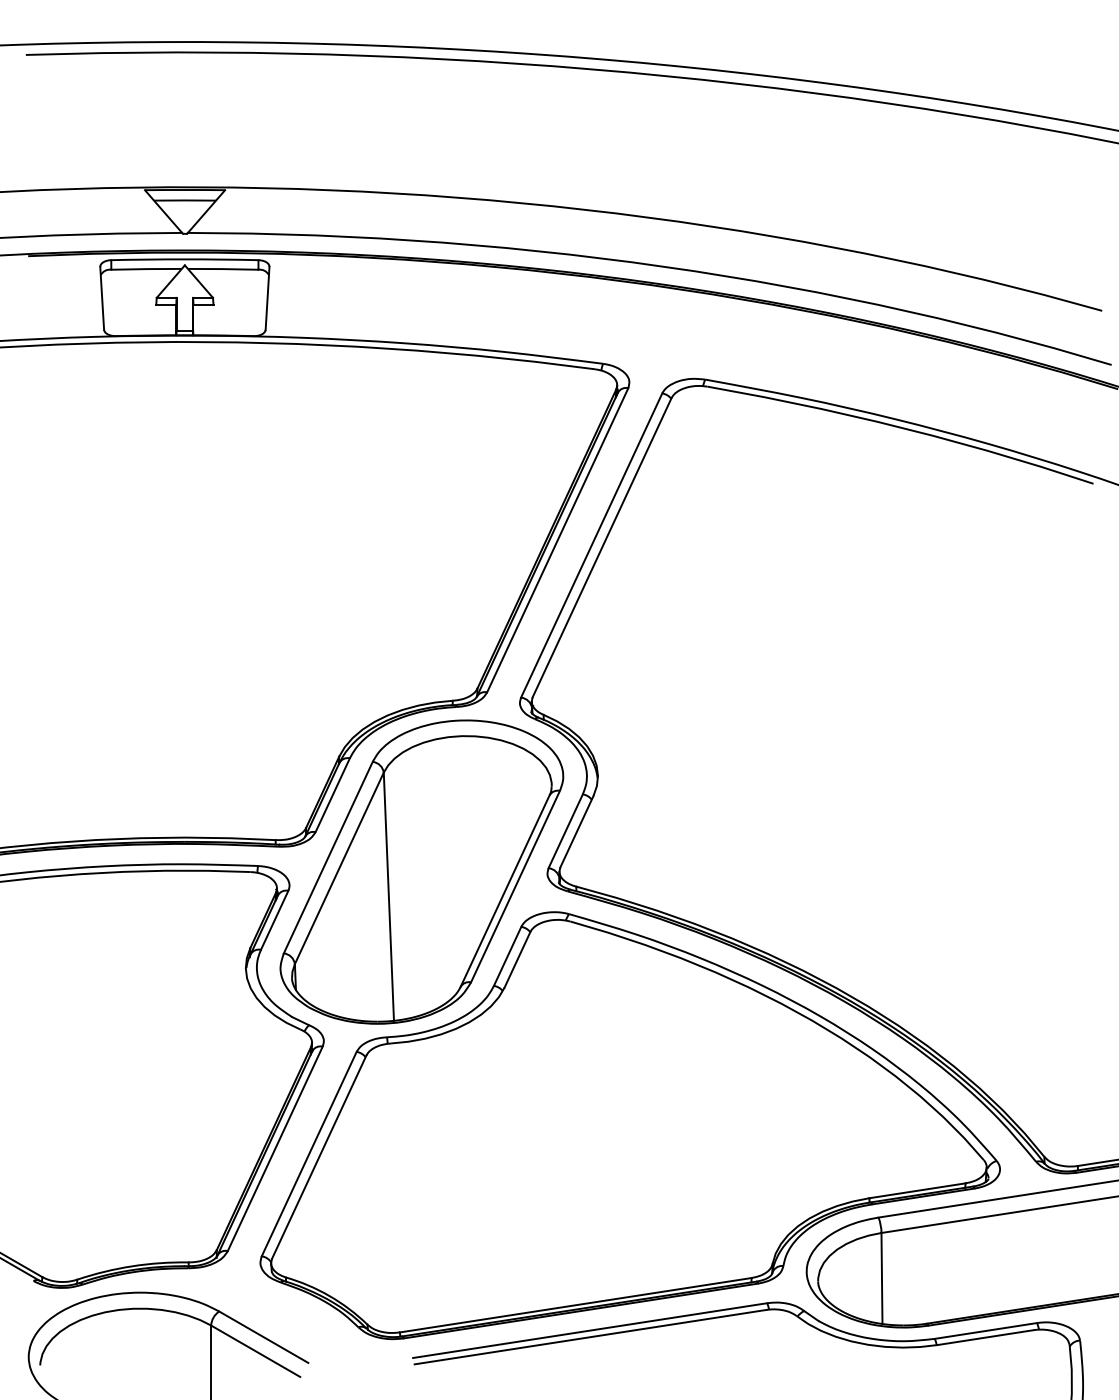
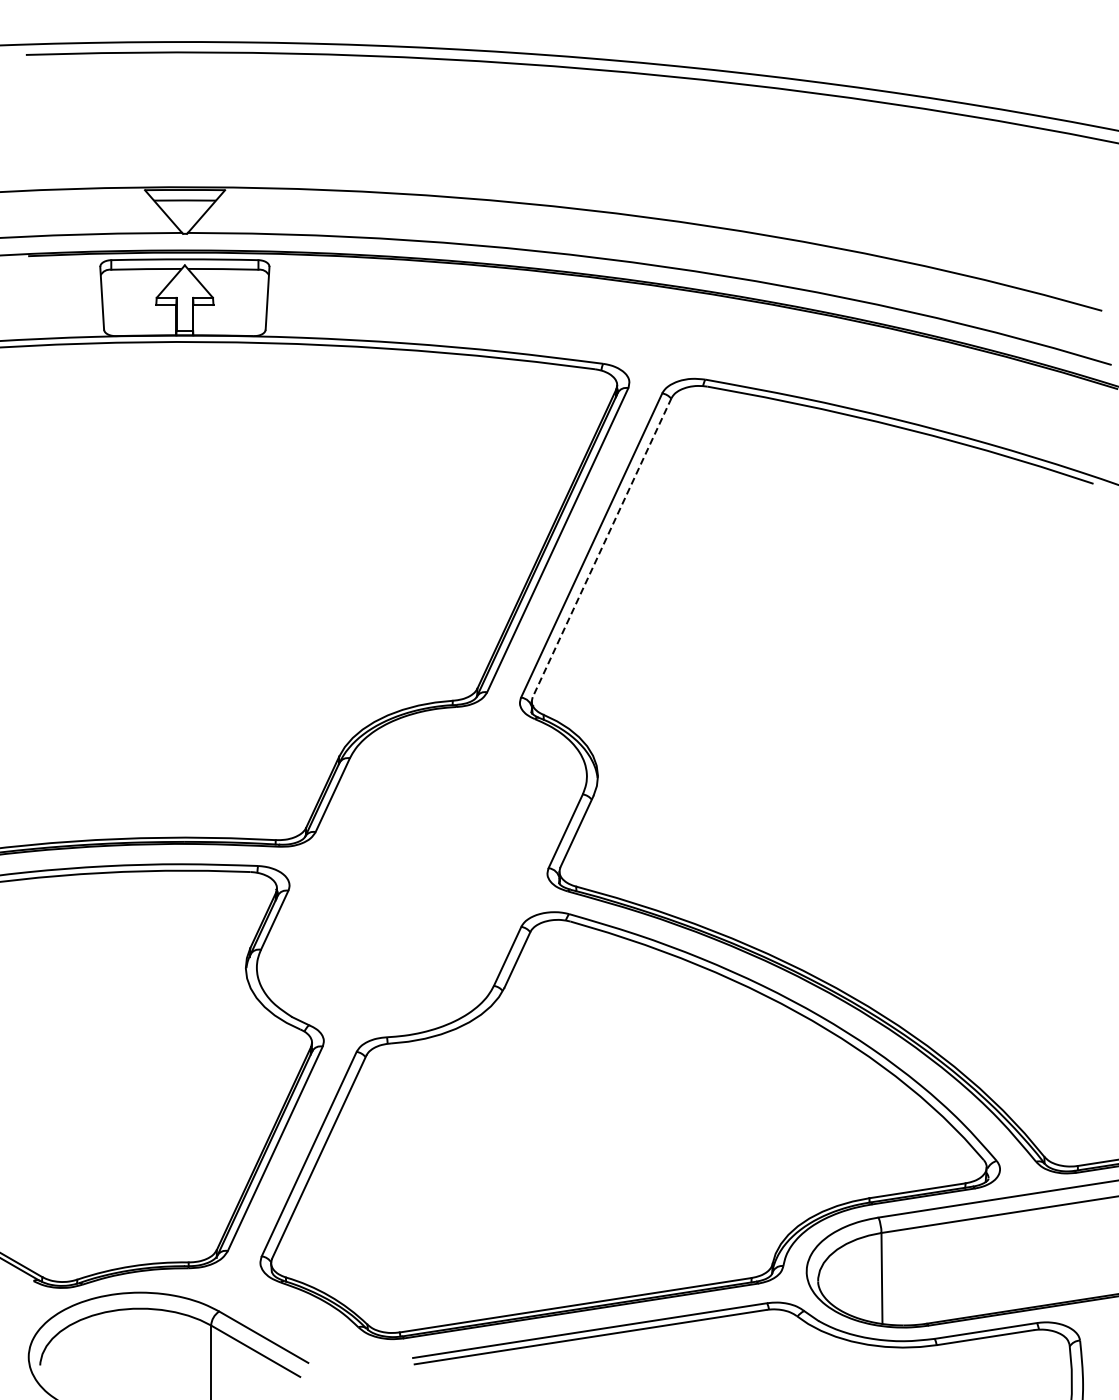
line at (602, 547): solid -> dashed
part at (421, 871): present -> none
